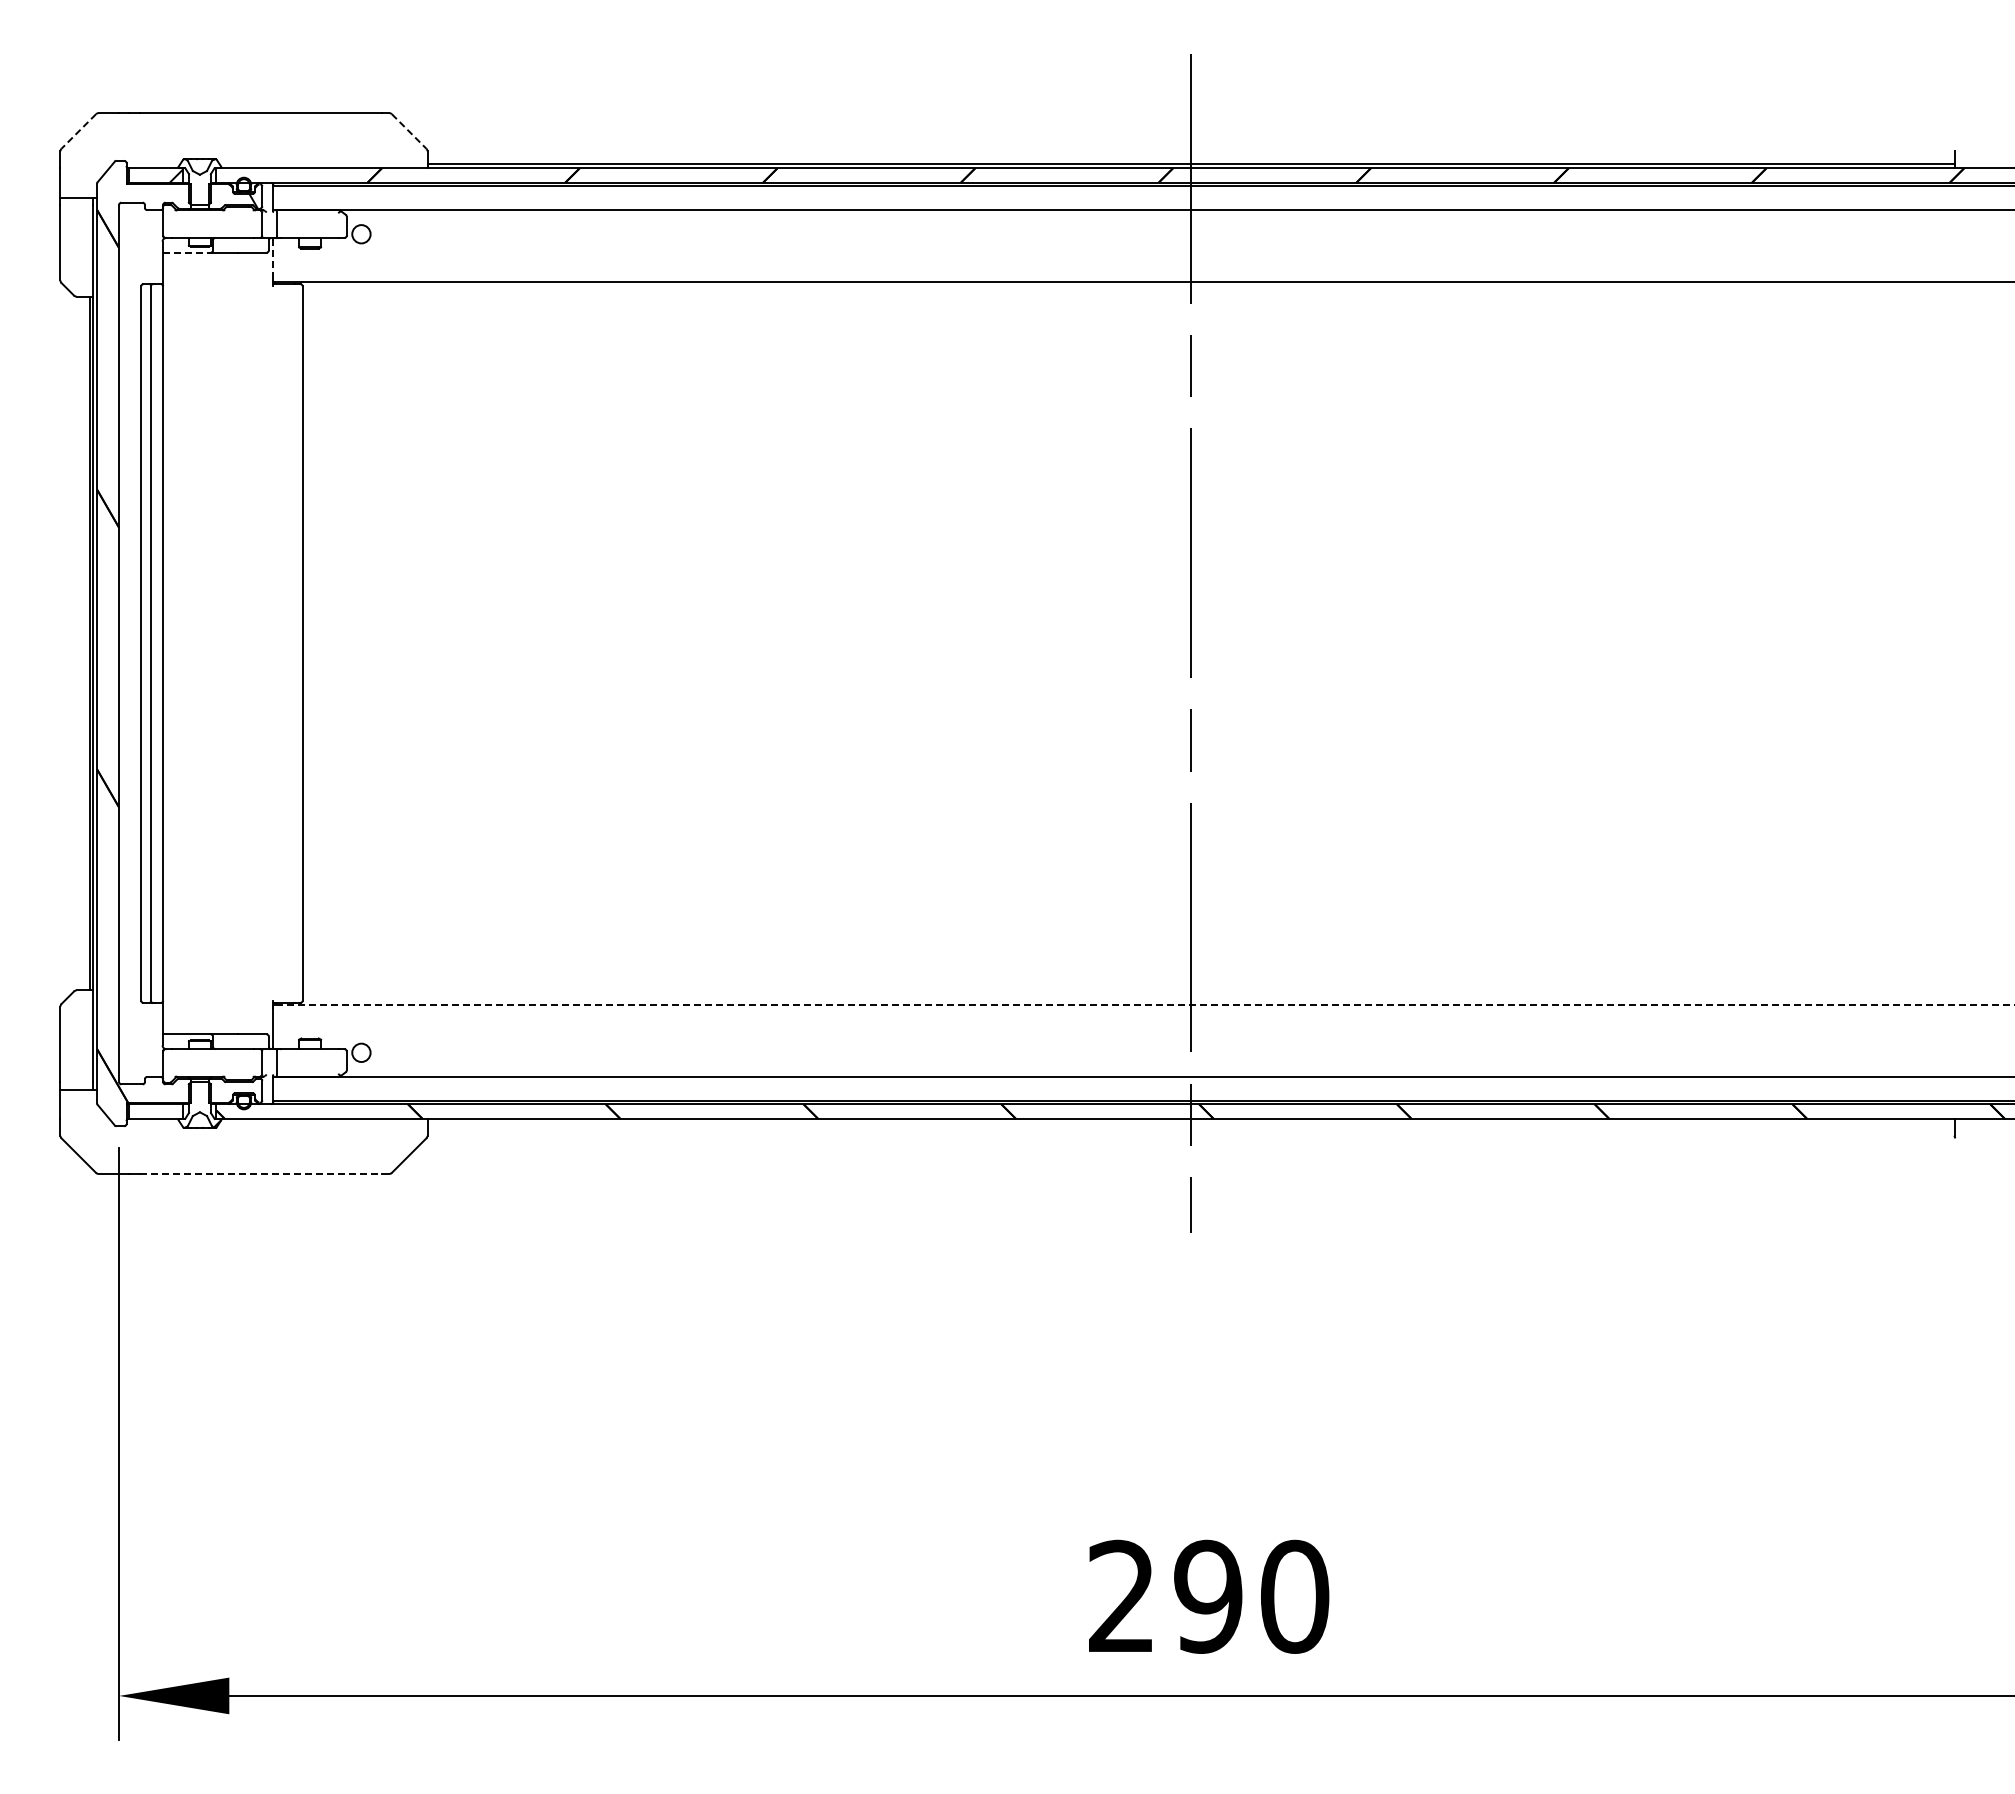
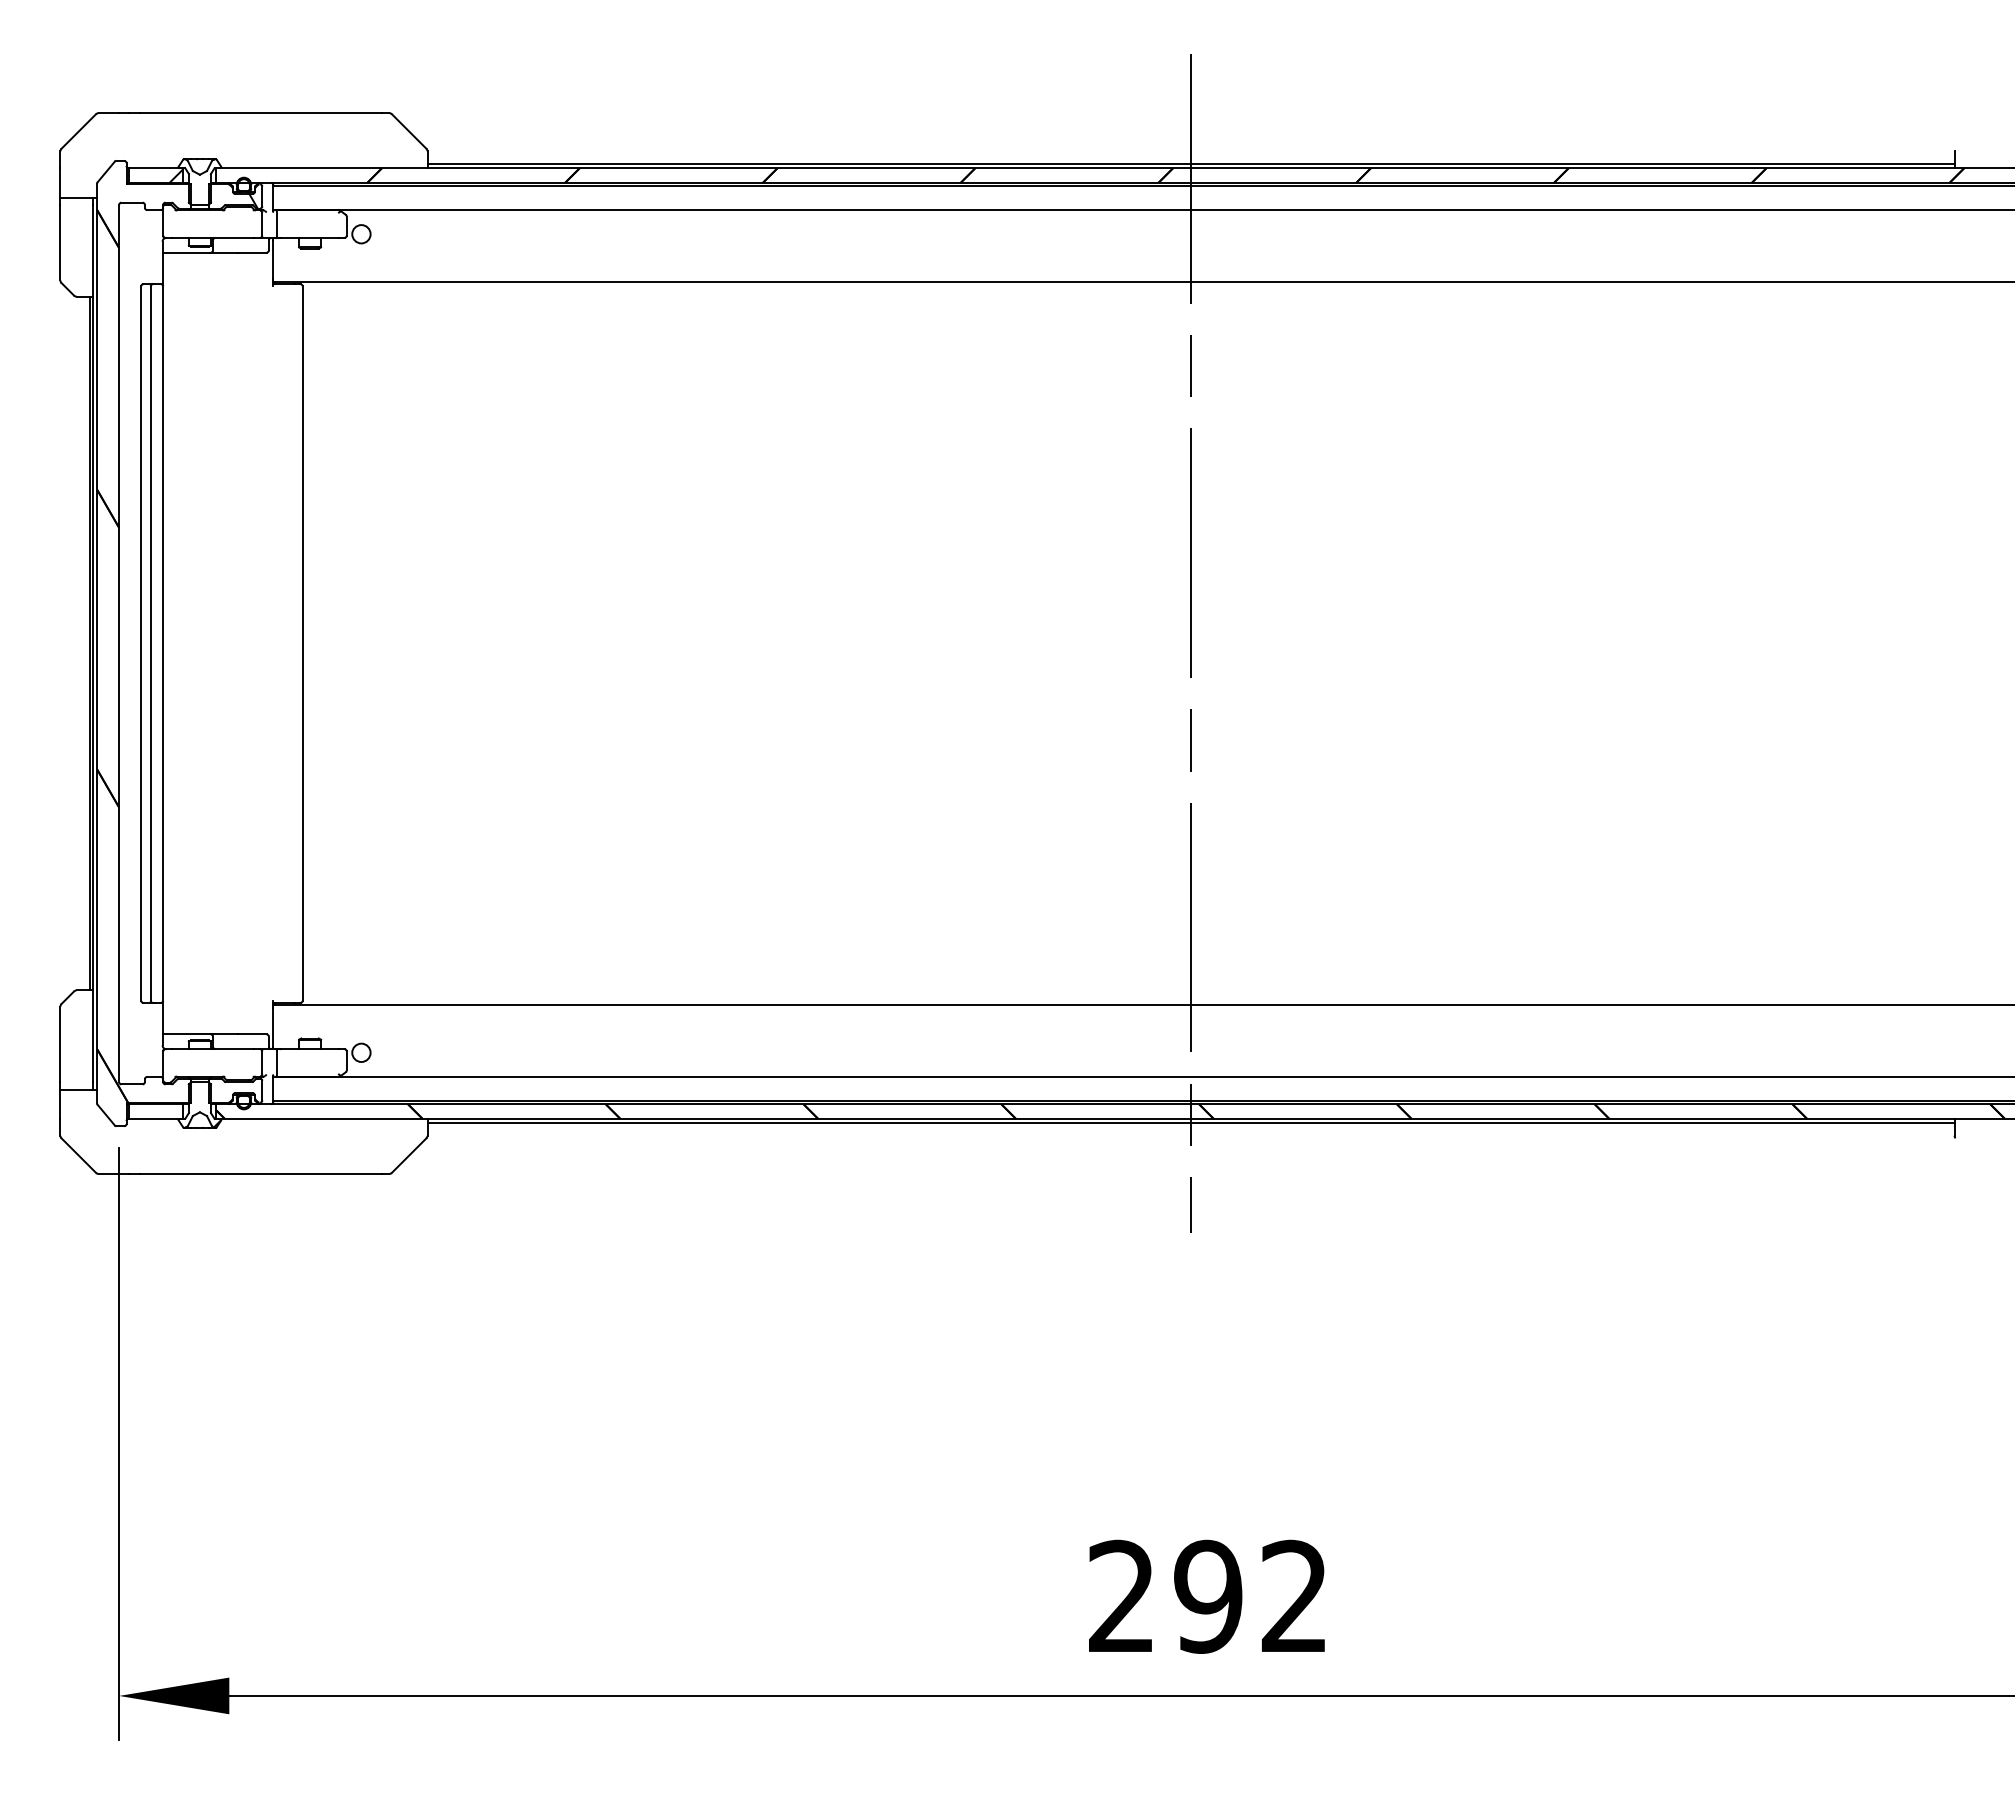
line at (78, 131): dashed -> solid
line at (409, 131): dashed -> solid
line at (186, 252): dashed -> solid
line at (273, 259): dashed -> solid
line at (1144, 1005): dashed -> solid
line at (1190, 1122): none -> present
line at (261, 1173): dashed -> solid
text at (1295, 1596): 290 -> 292
